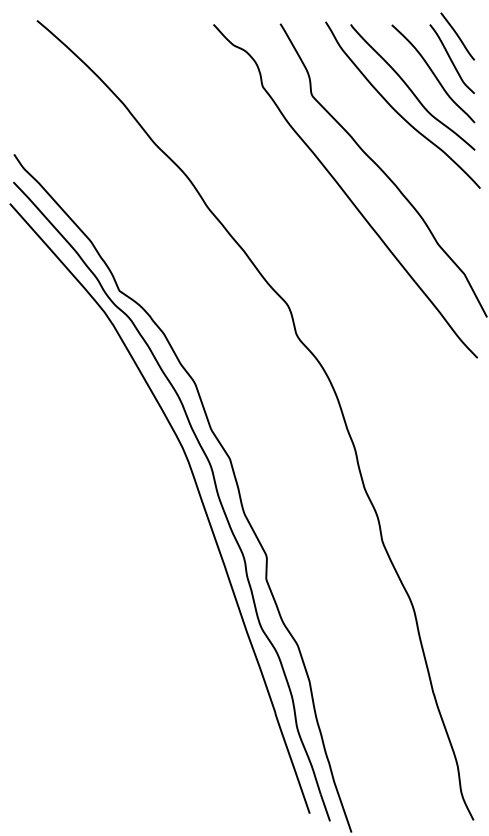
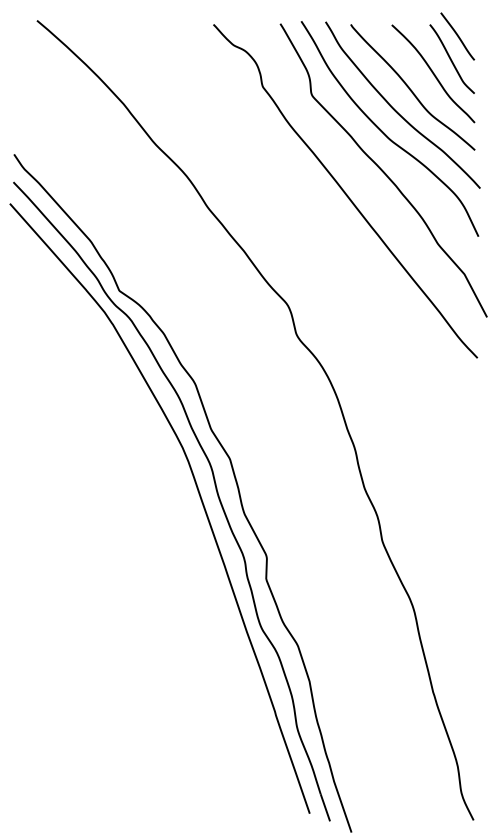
curve at (384, 132): none -> present
